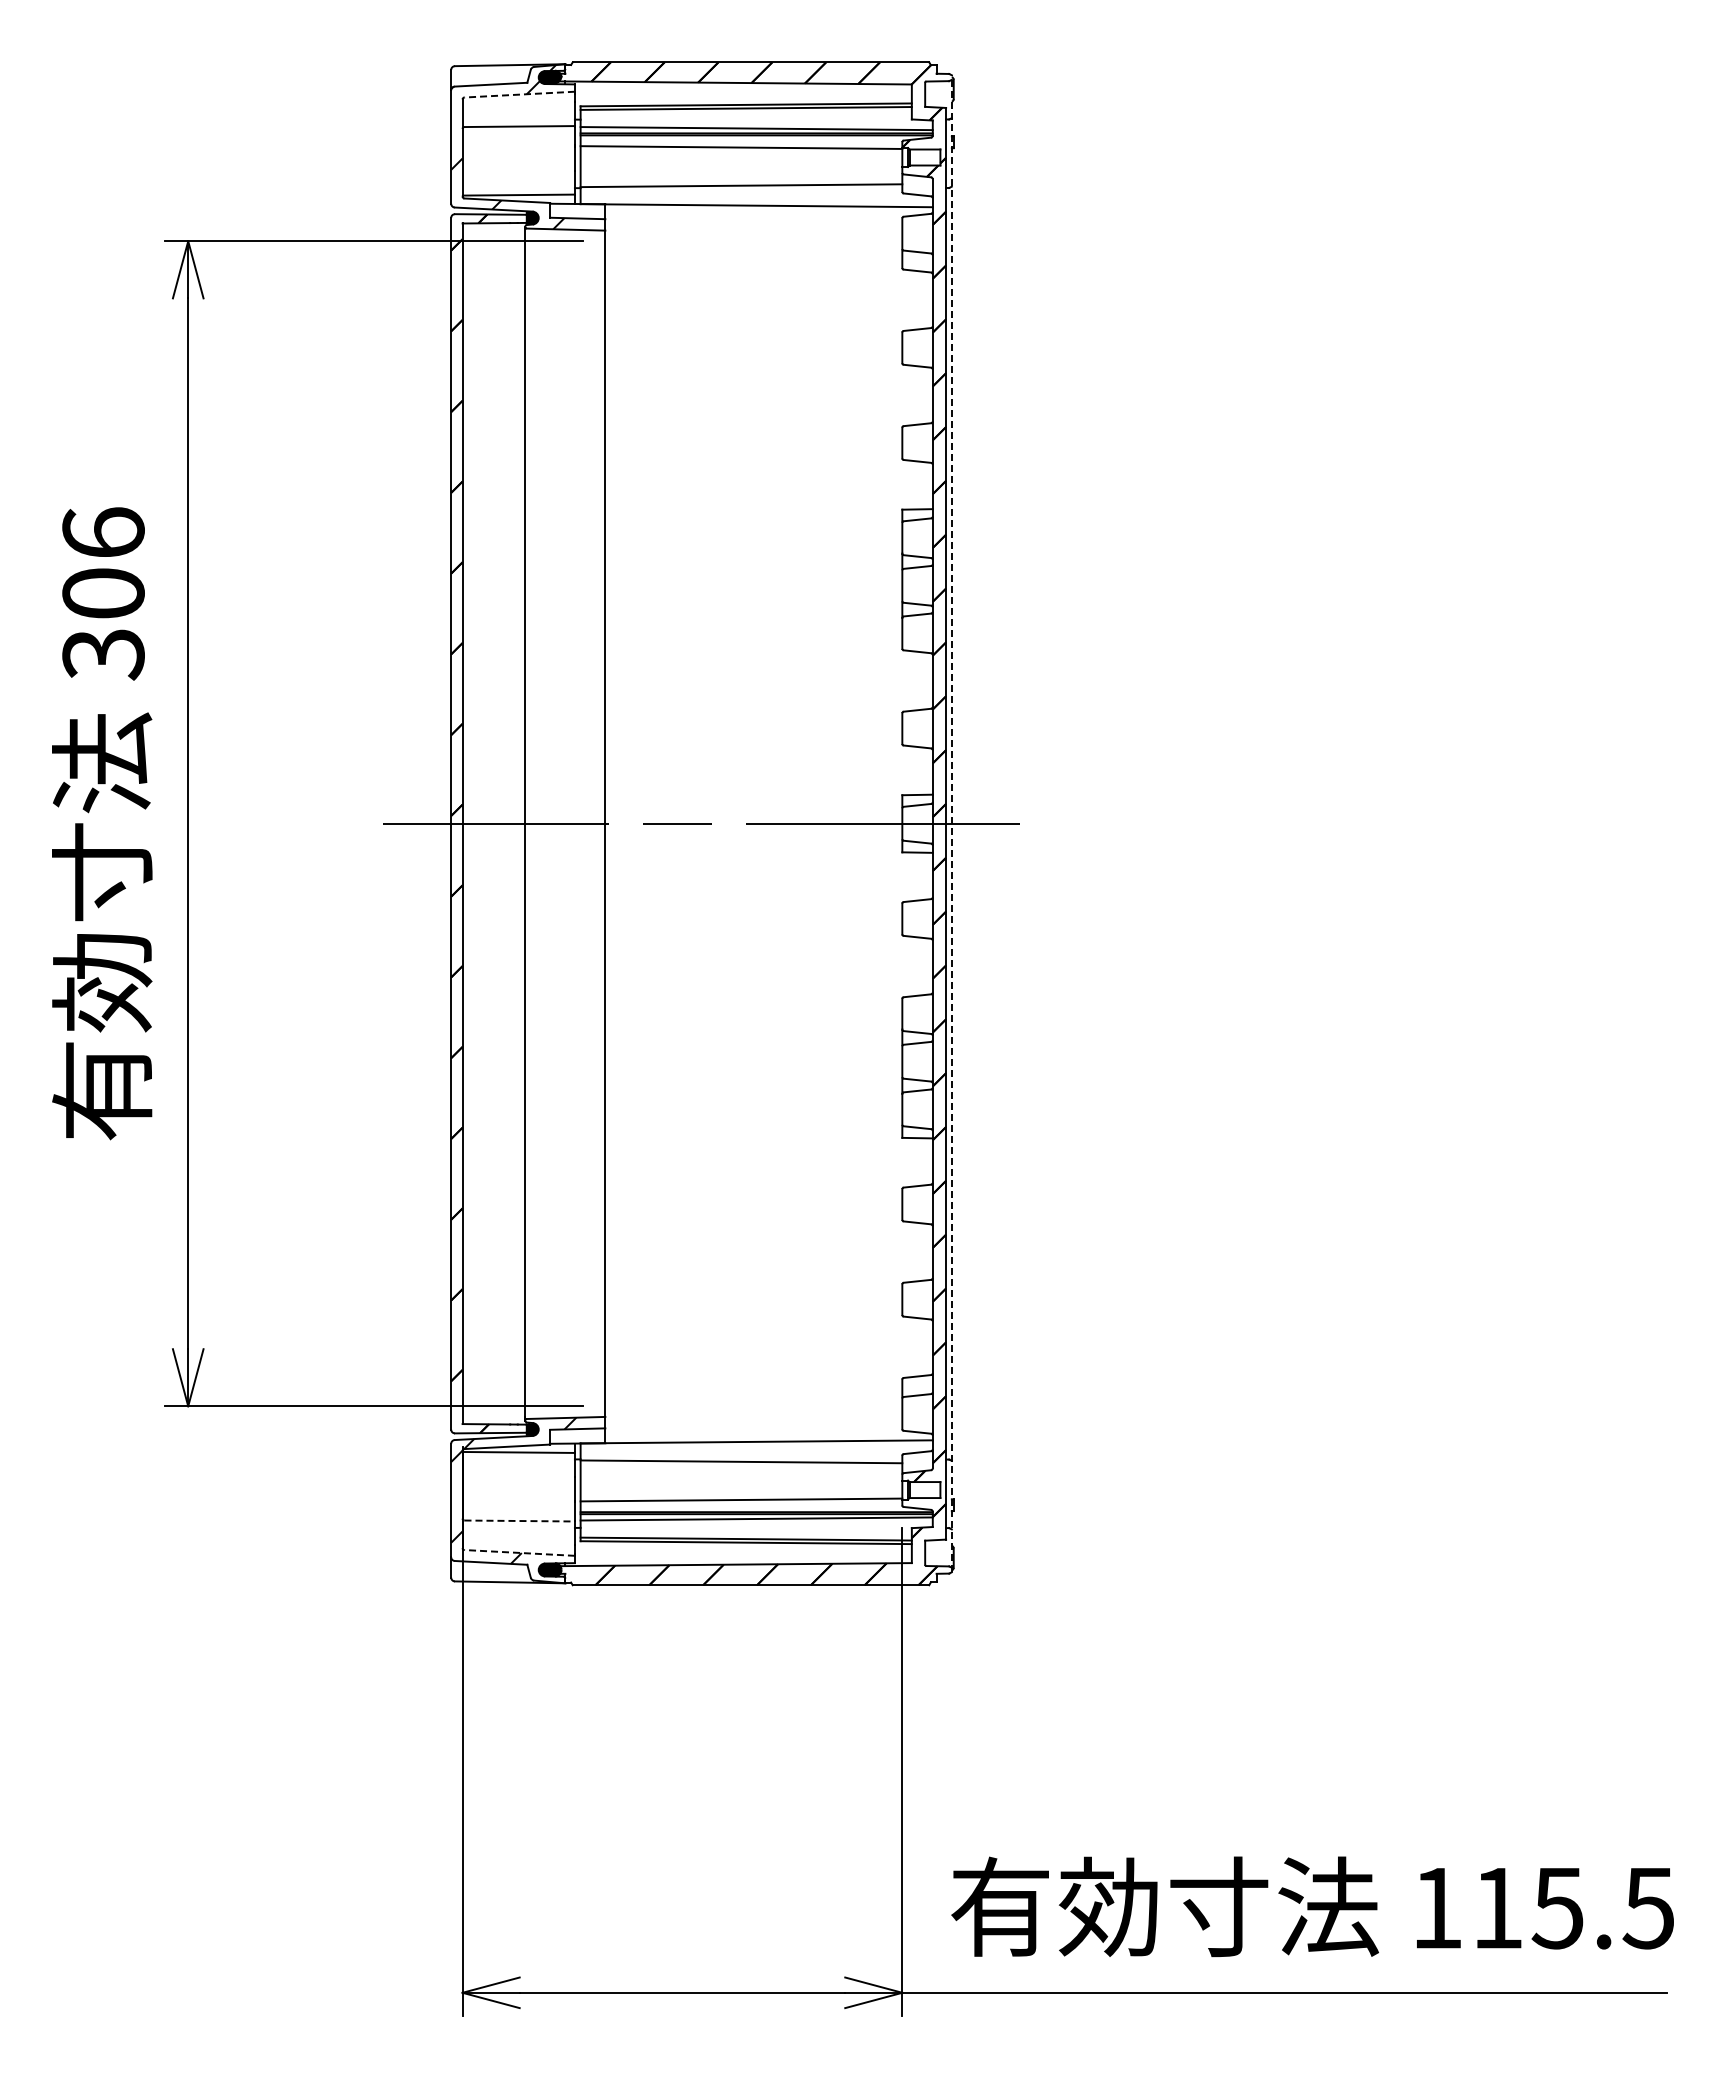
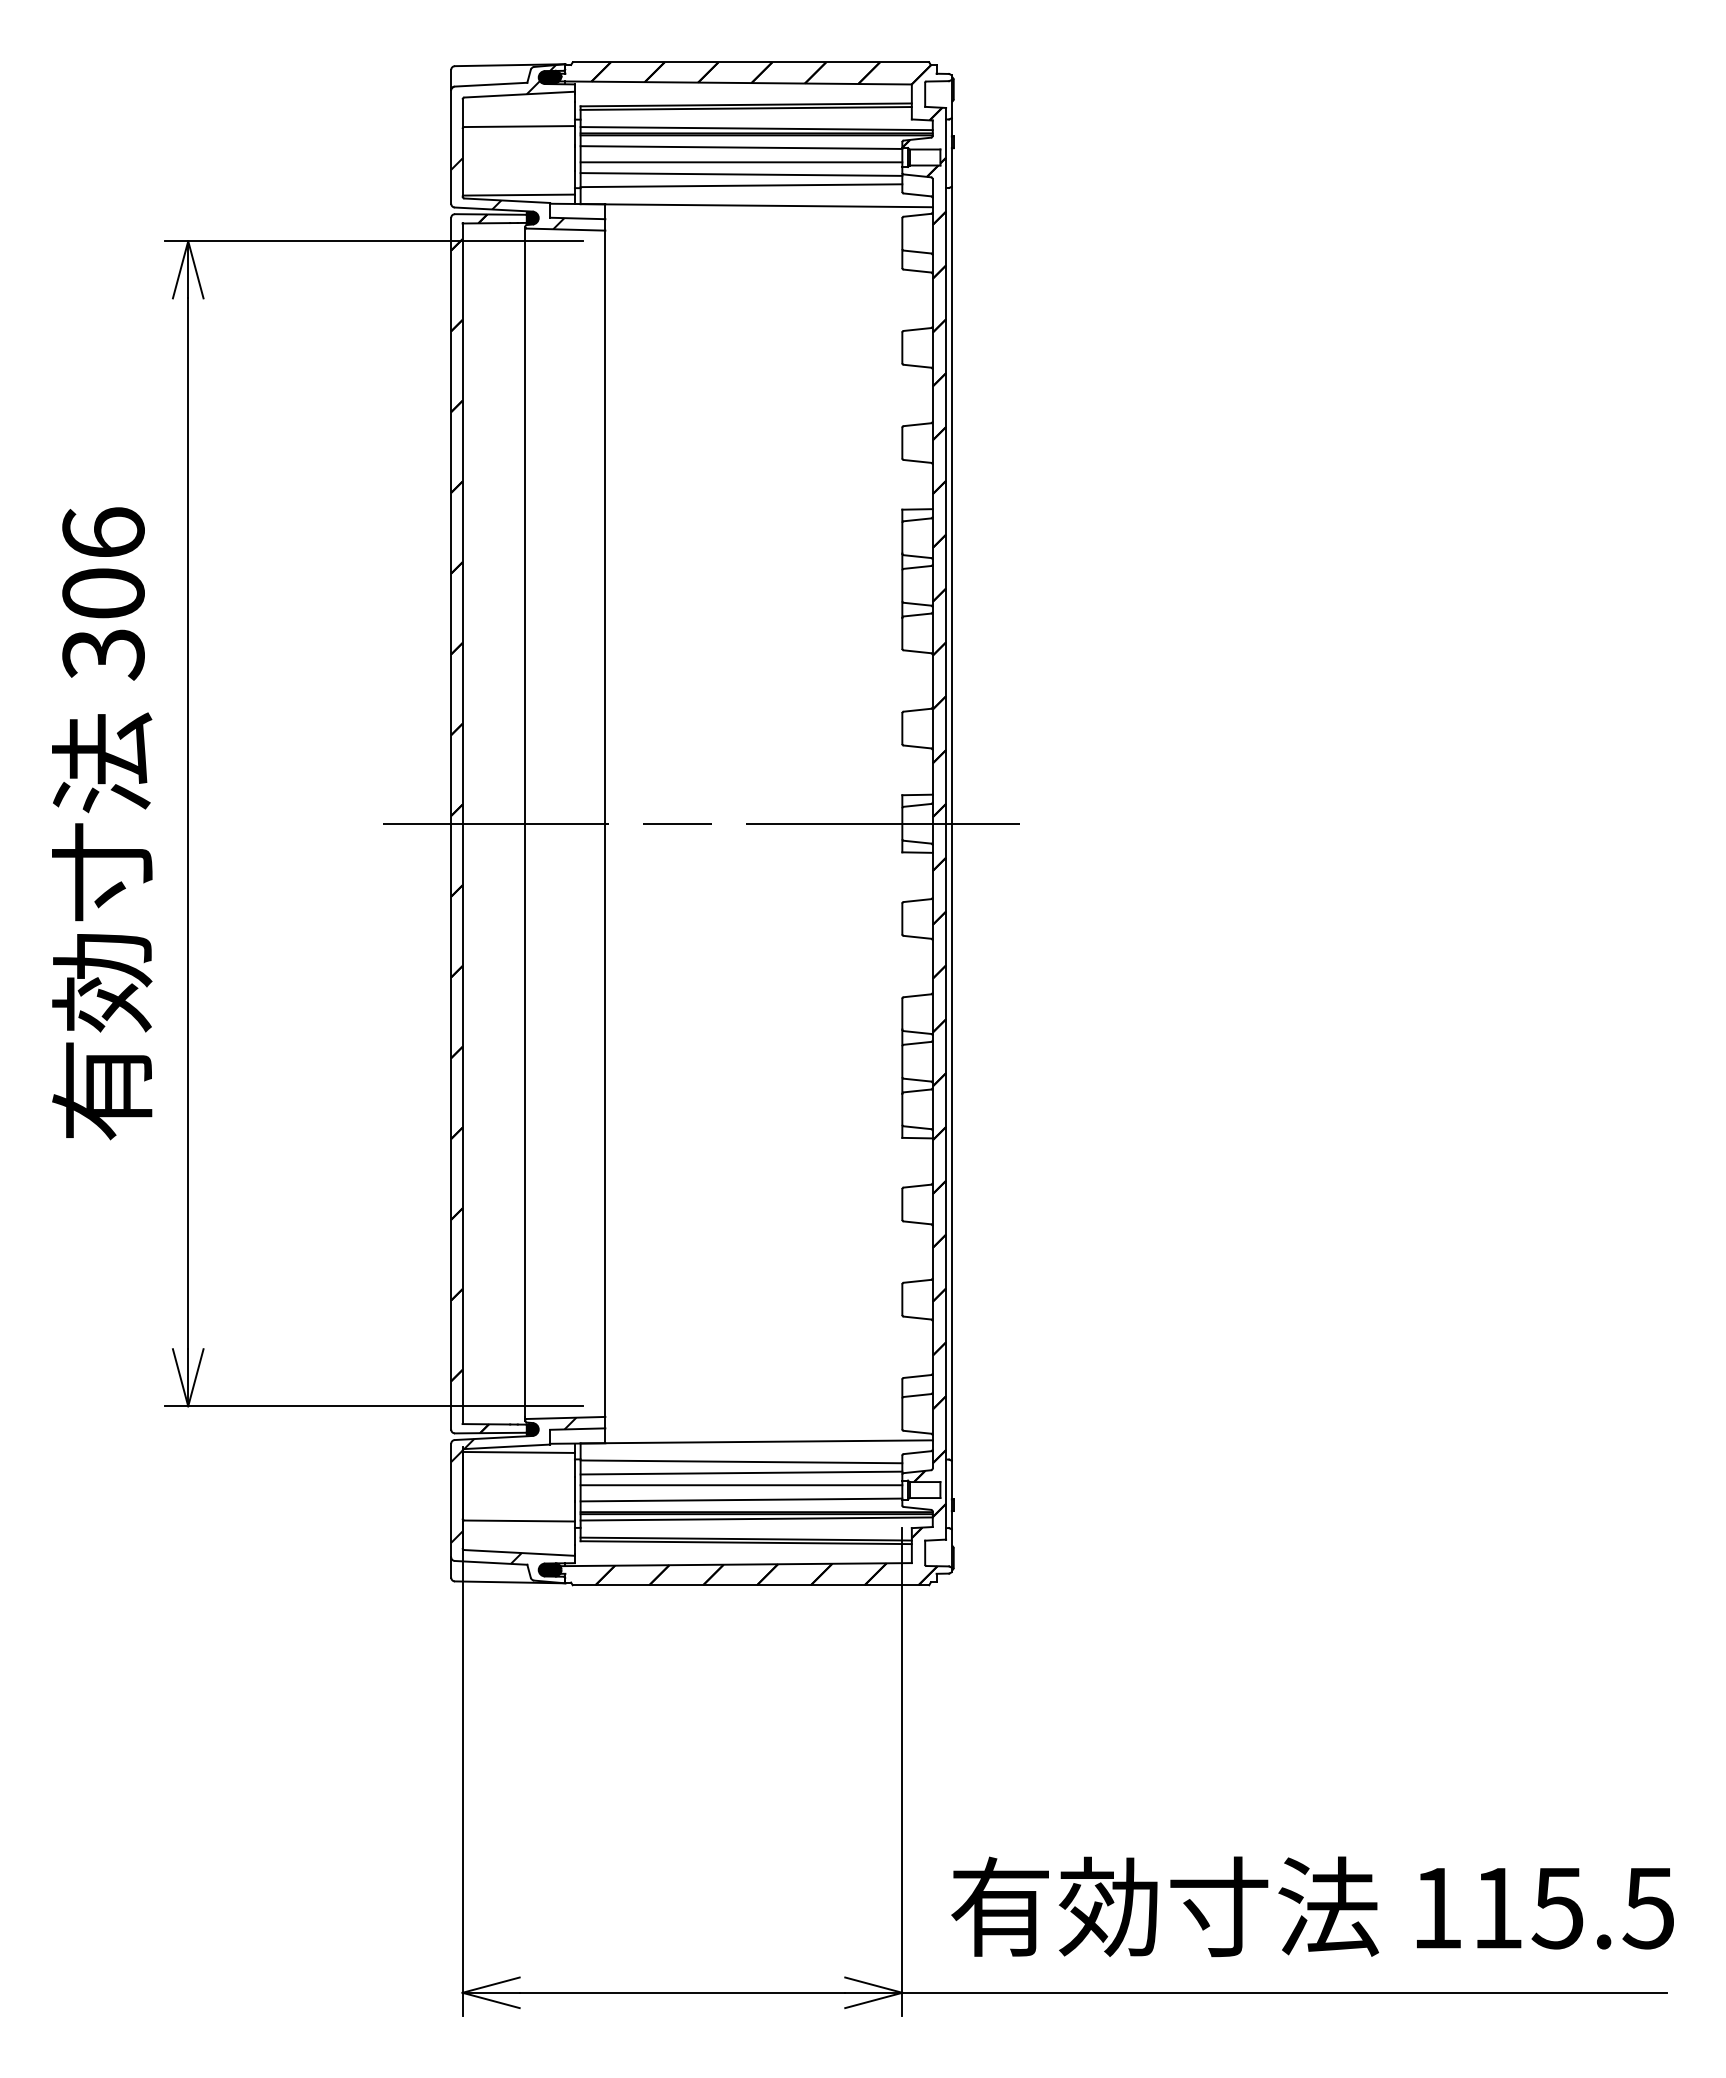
line at (519, 94): dashed -> solid
line at (741, 162): none -> present
line at (741, 174): none -> present
line at (951, 823): dashed -> solid
line at (741, 1472): none -> present
line at (741, 1485): none -> present
line at (520, 1521): dashed -> solid
line at (519, 1552): dashed -> solid
